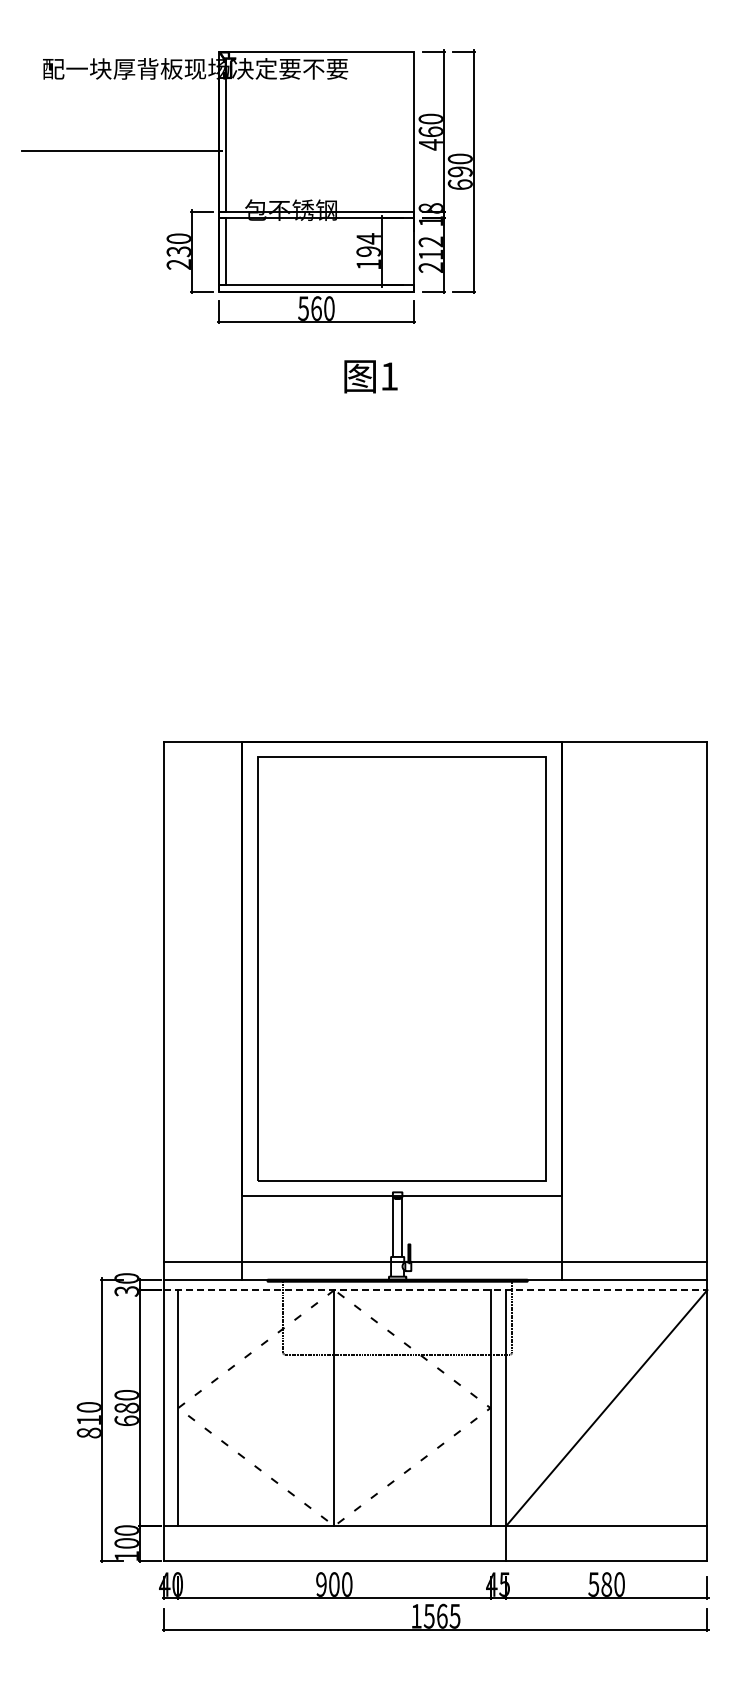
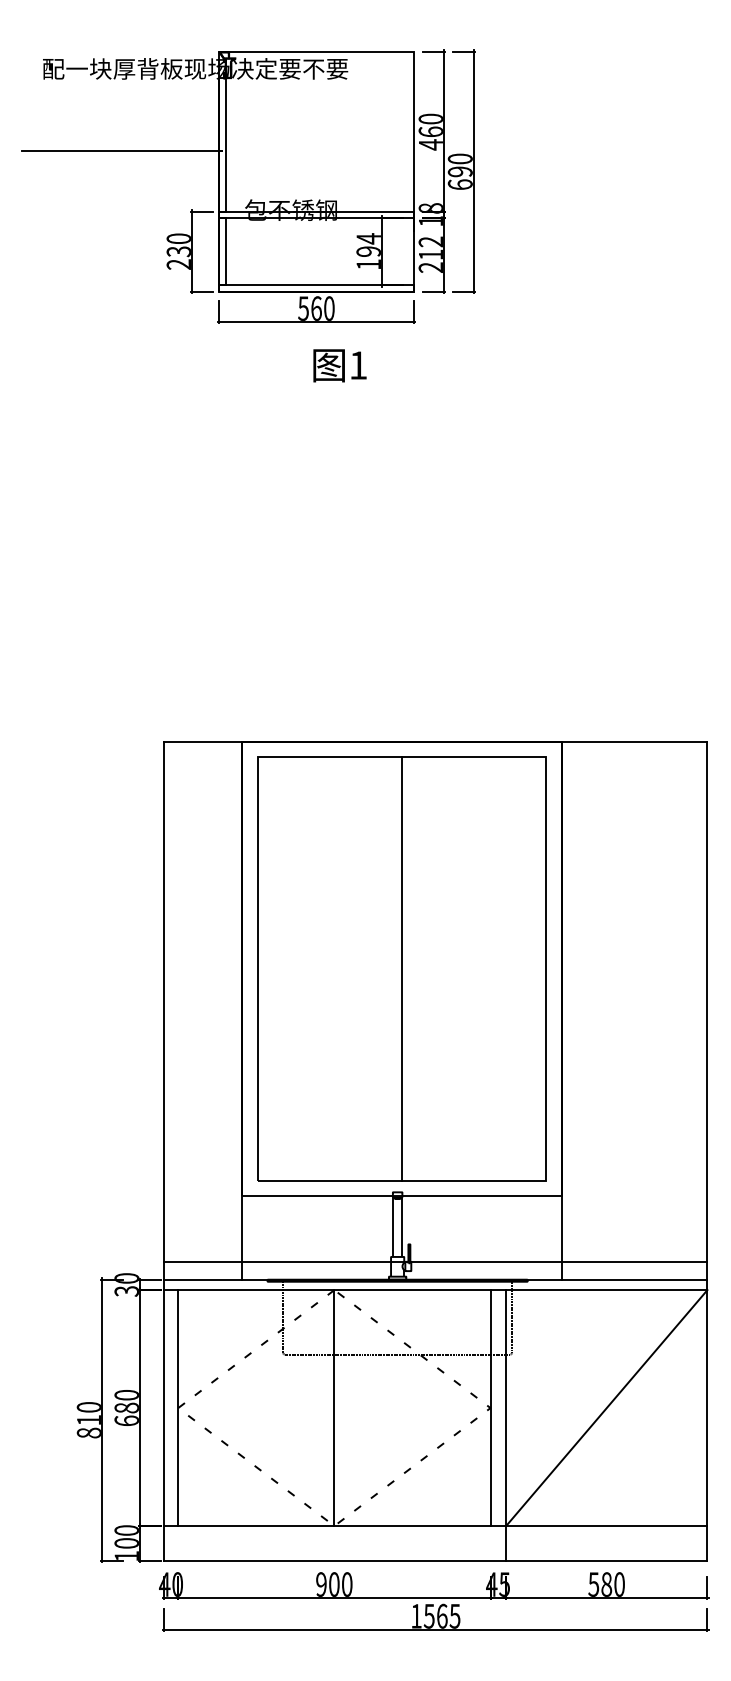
text at (370, 376) position: (370, 376) -> (339, 365)
line at (402, 968): none -> present
line at (435, 1290): dashed -> solid
